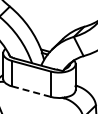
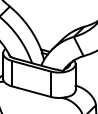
line at (32, 91): dashed -> solid
